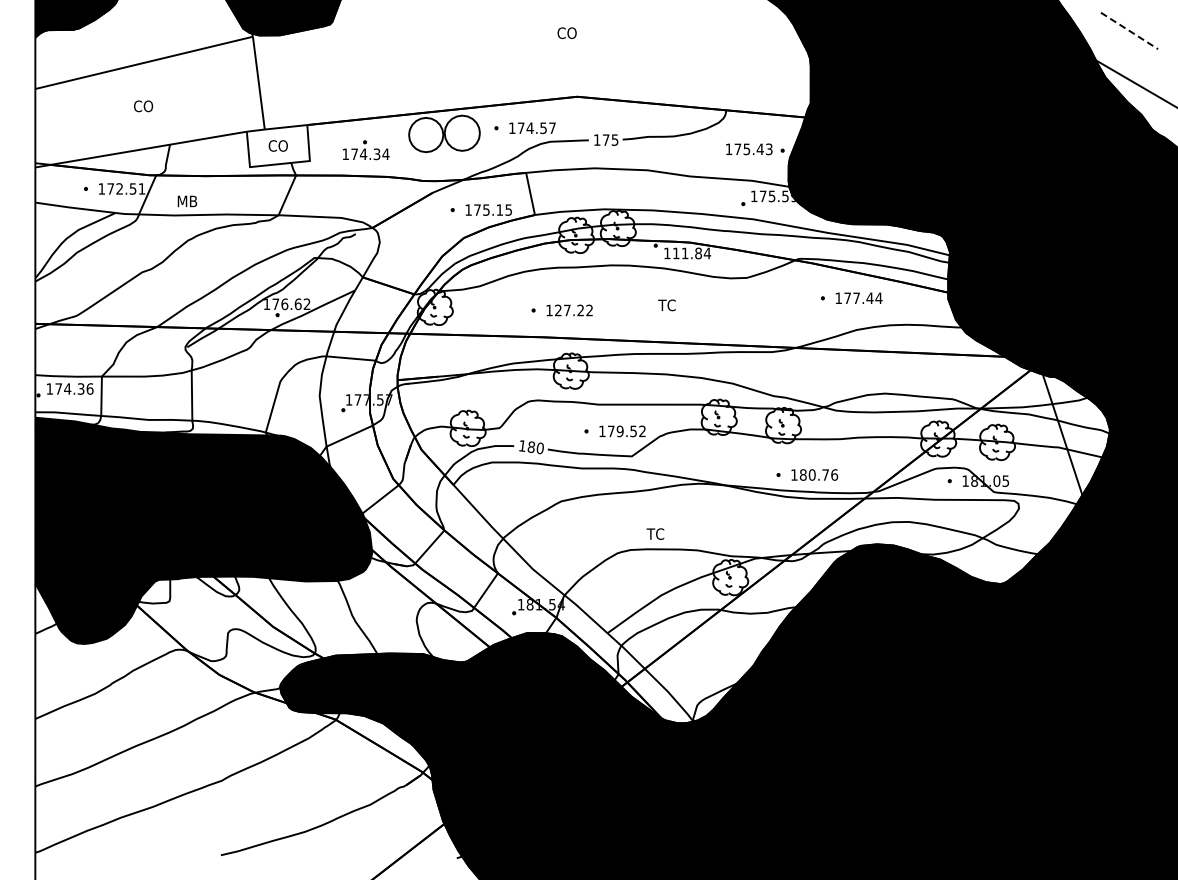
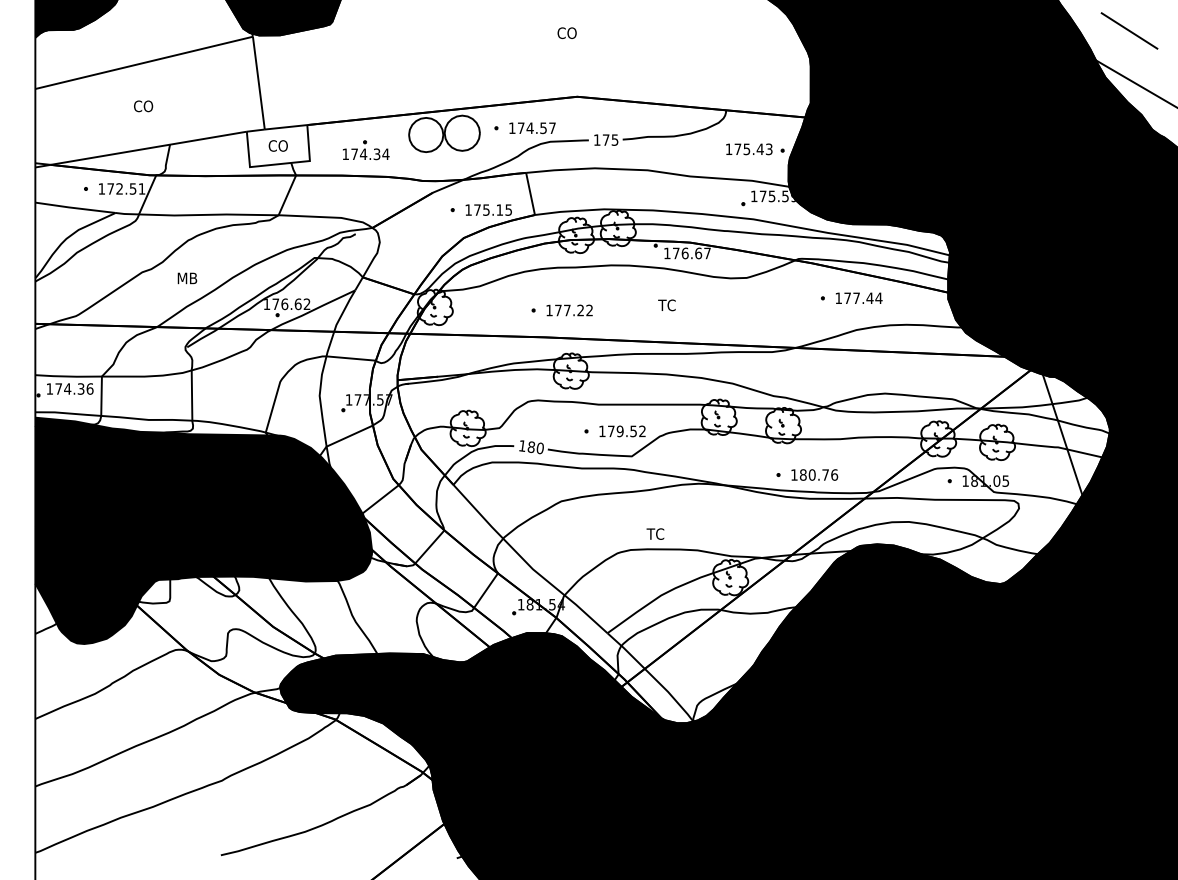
line at (1129, 30): dashed -> solid
text at (187, 201) position: (187, 201) -> (187, 278)
text at (692, 253): 111.84 -> 176.67
text at (558, 310): 127.22 -> 177.22
